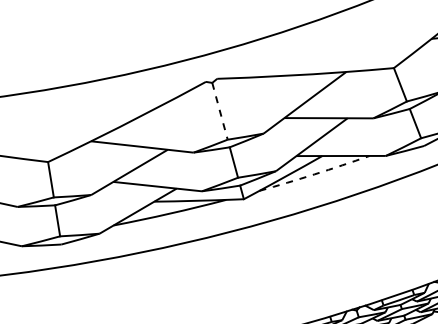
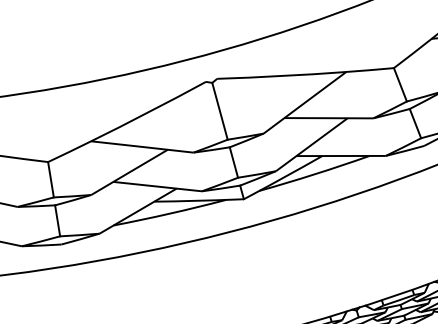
line at (220, 111): dashed -> solid
arc at (314, 174): dashed -> solid
